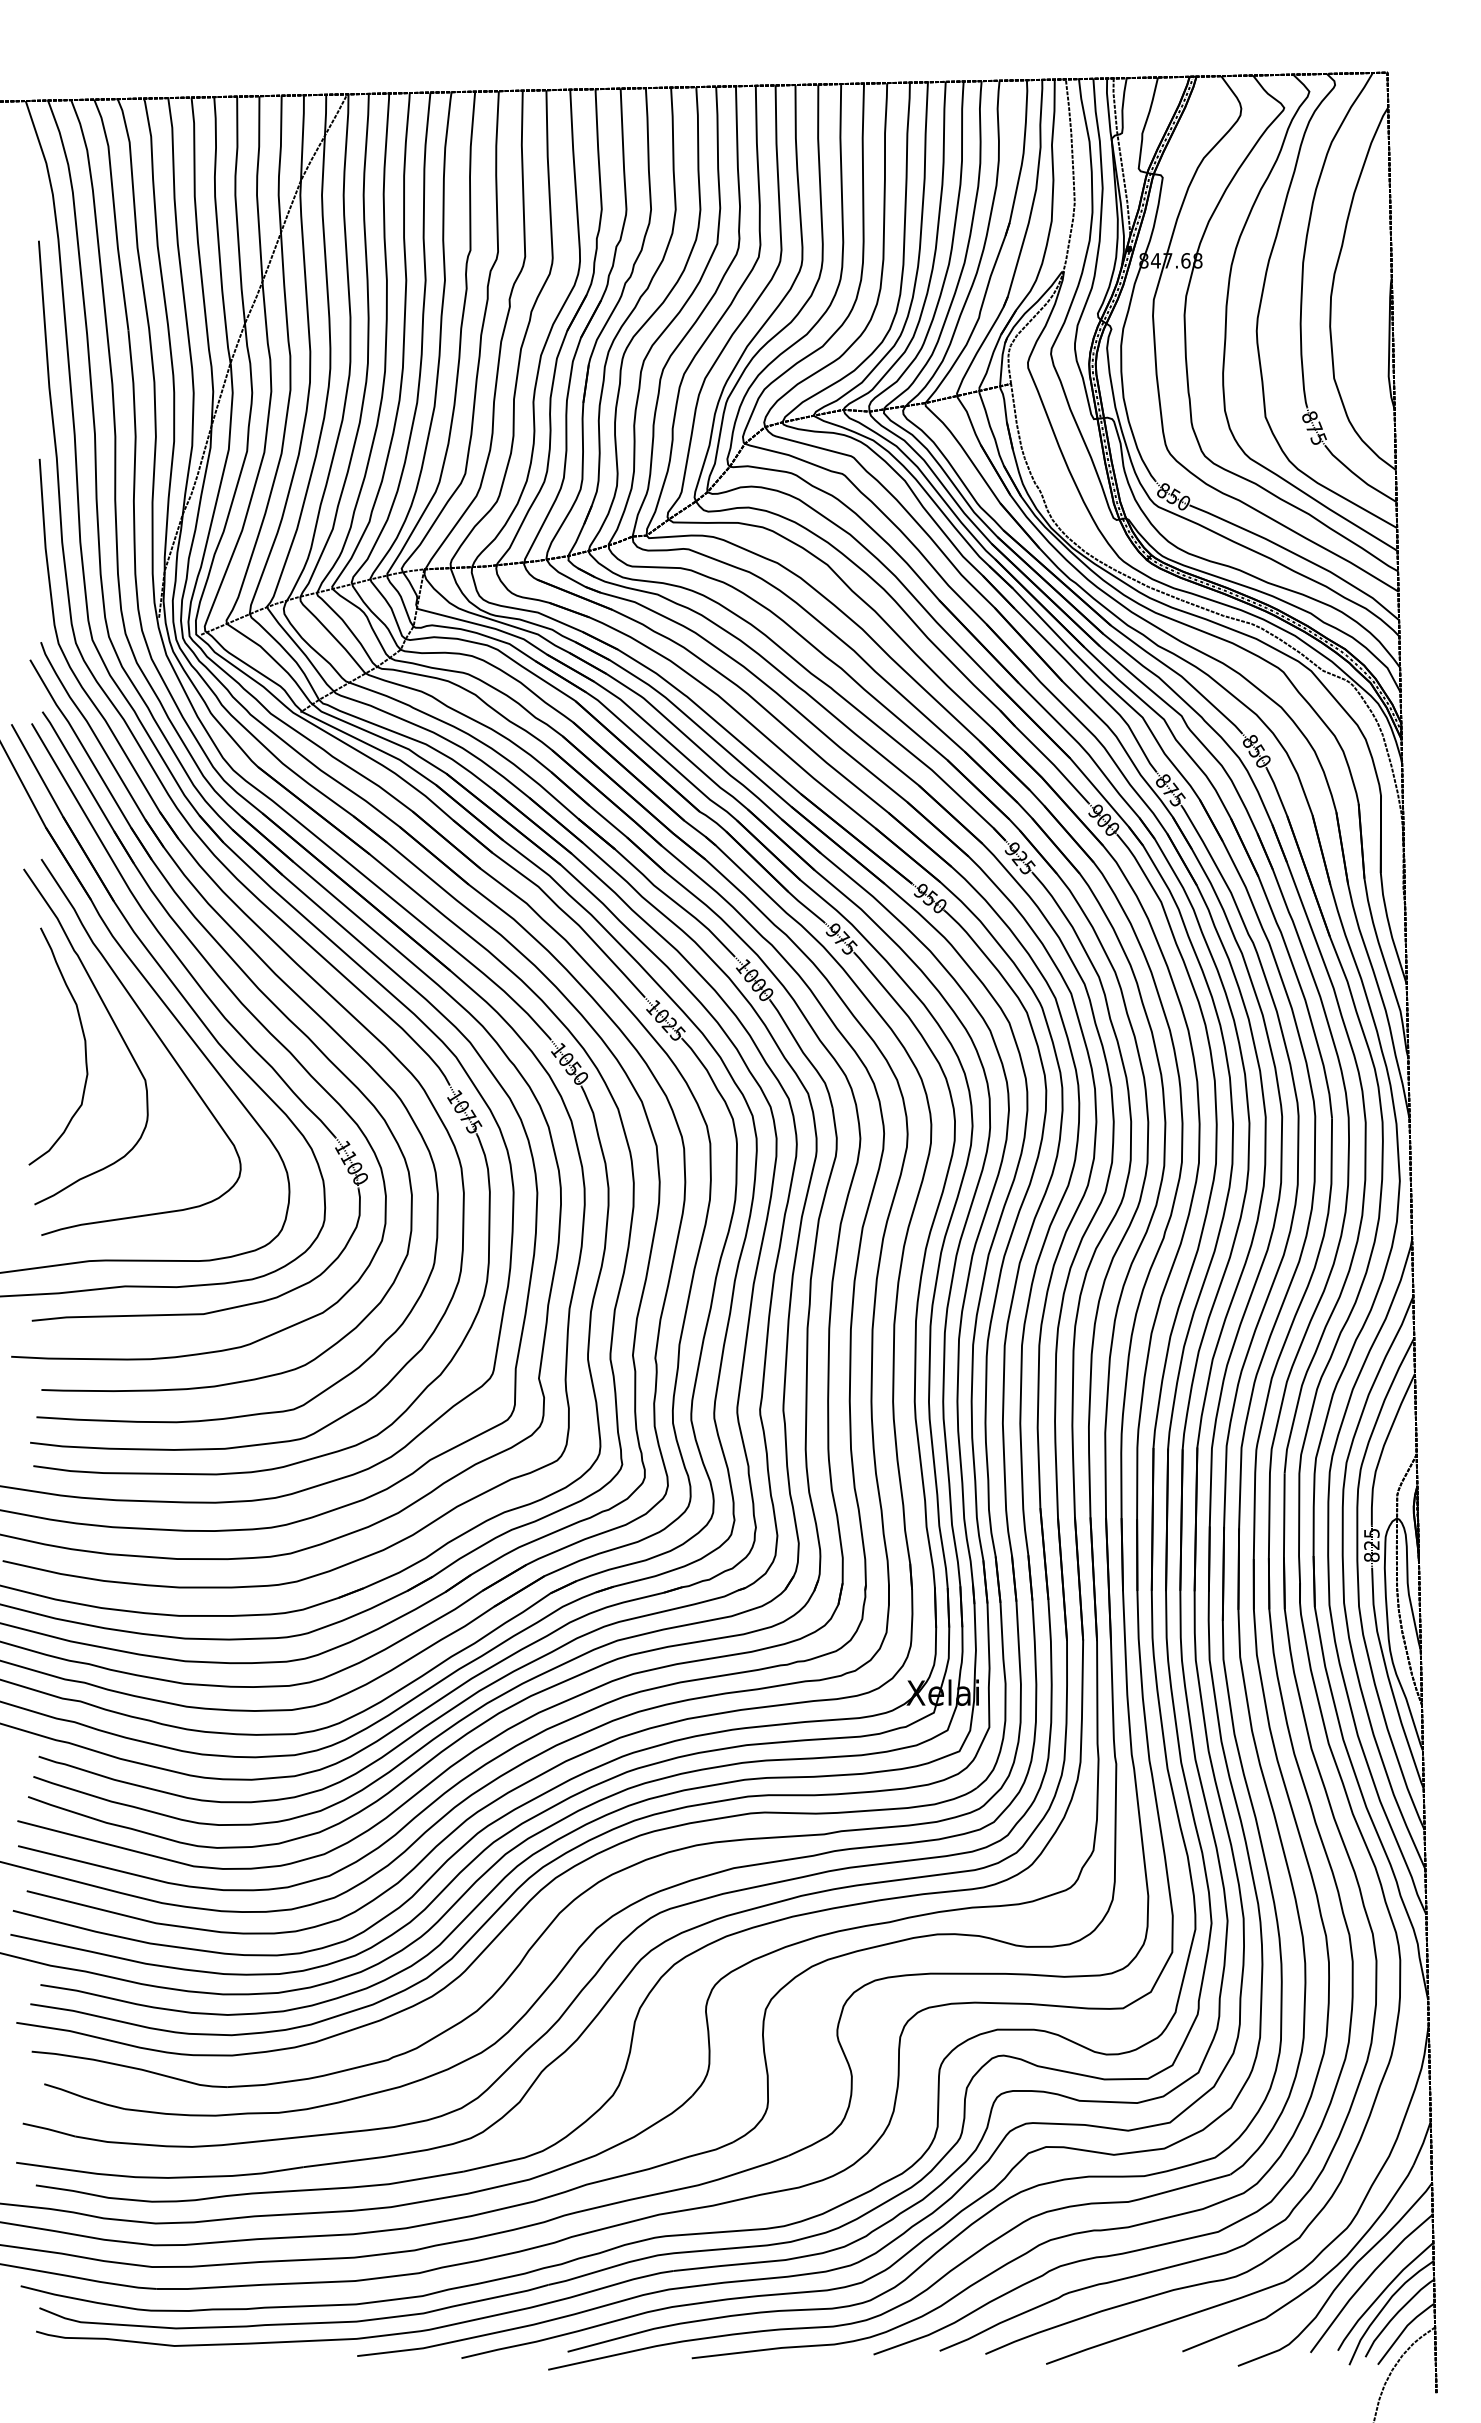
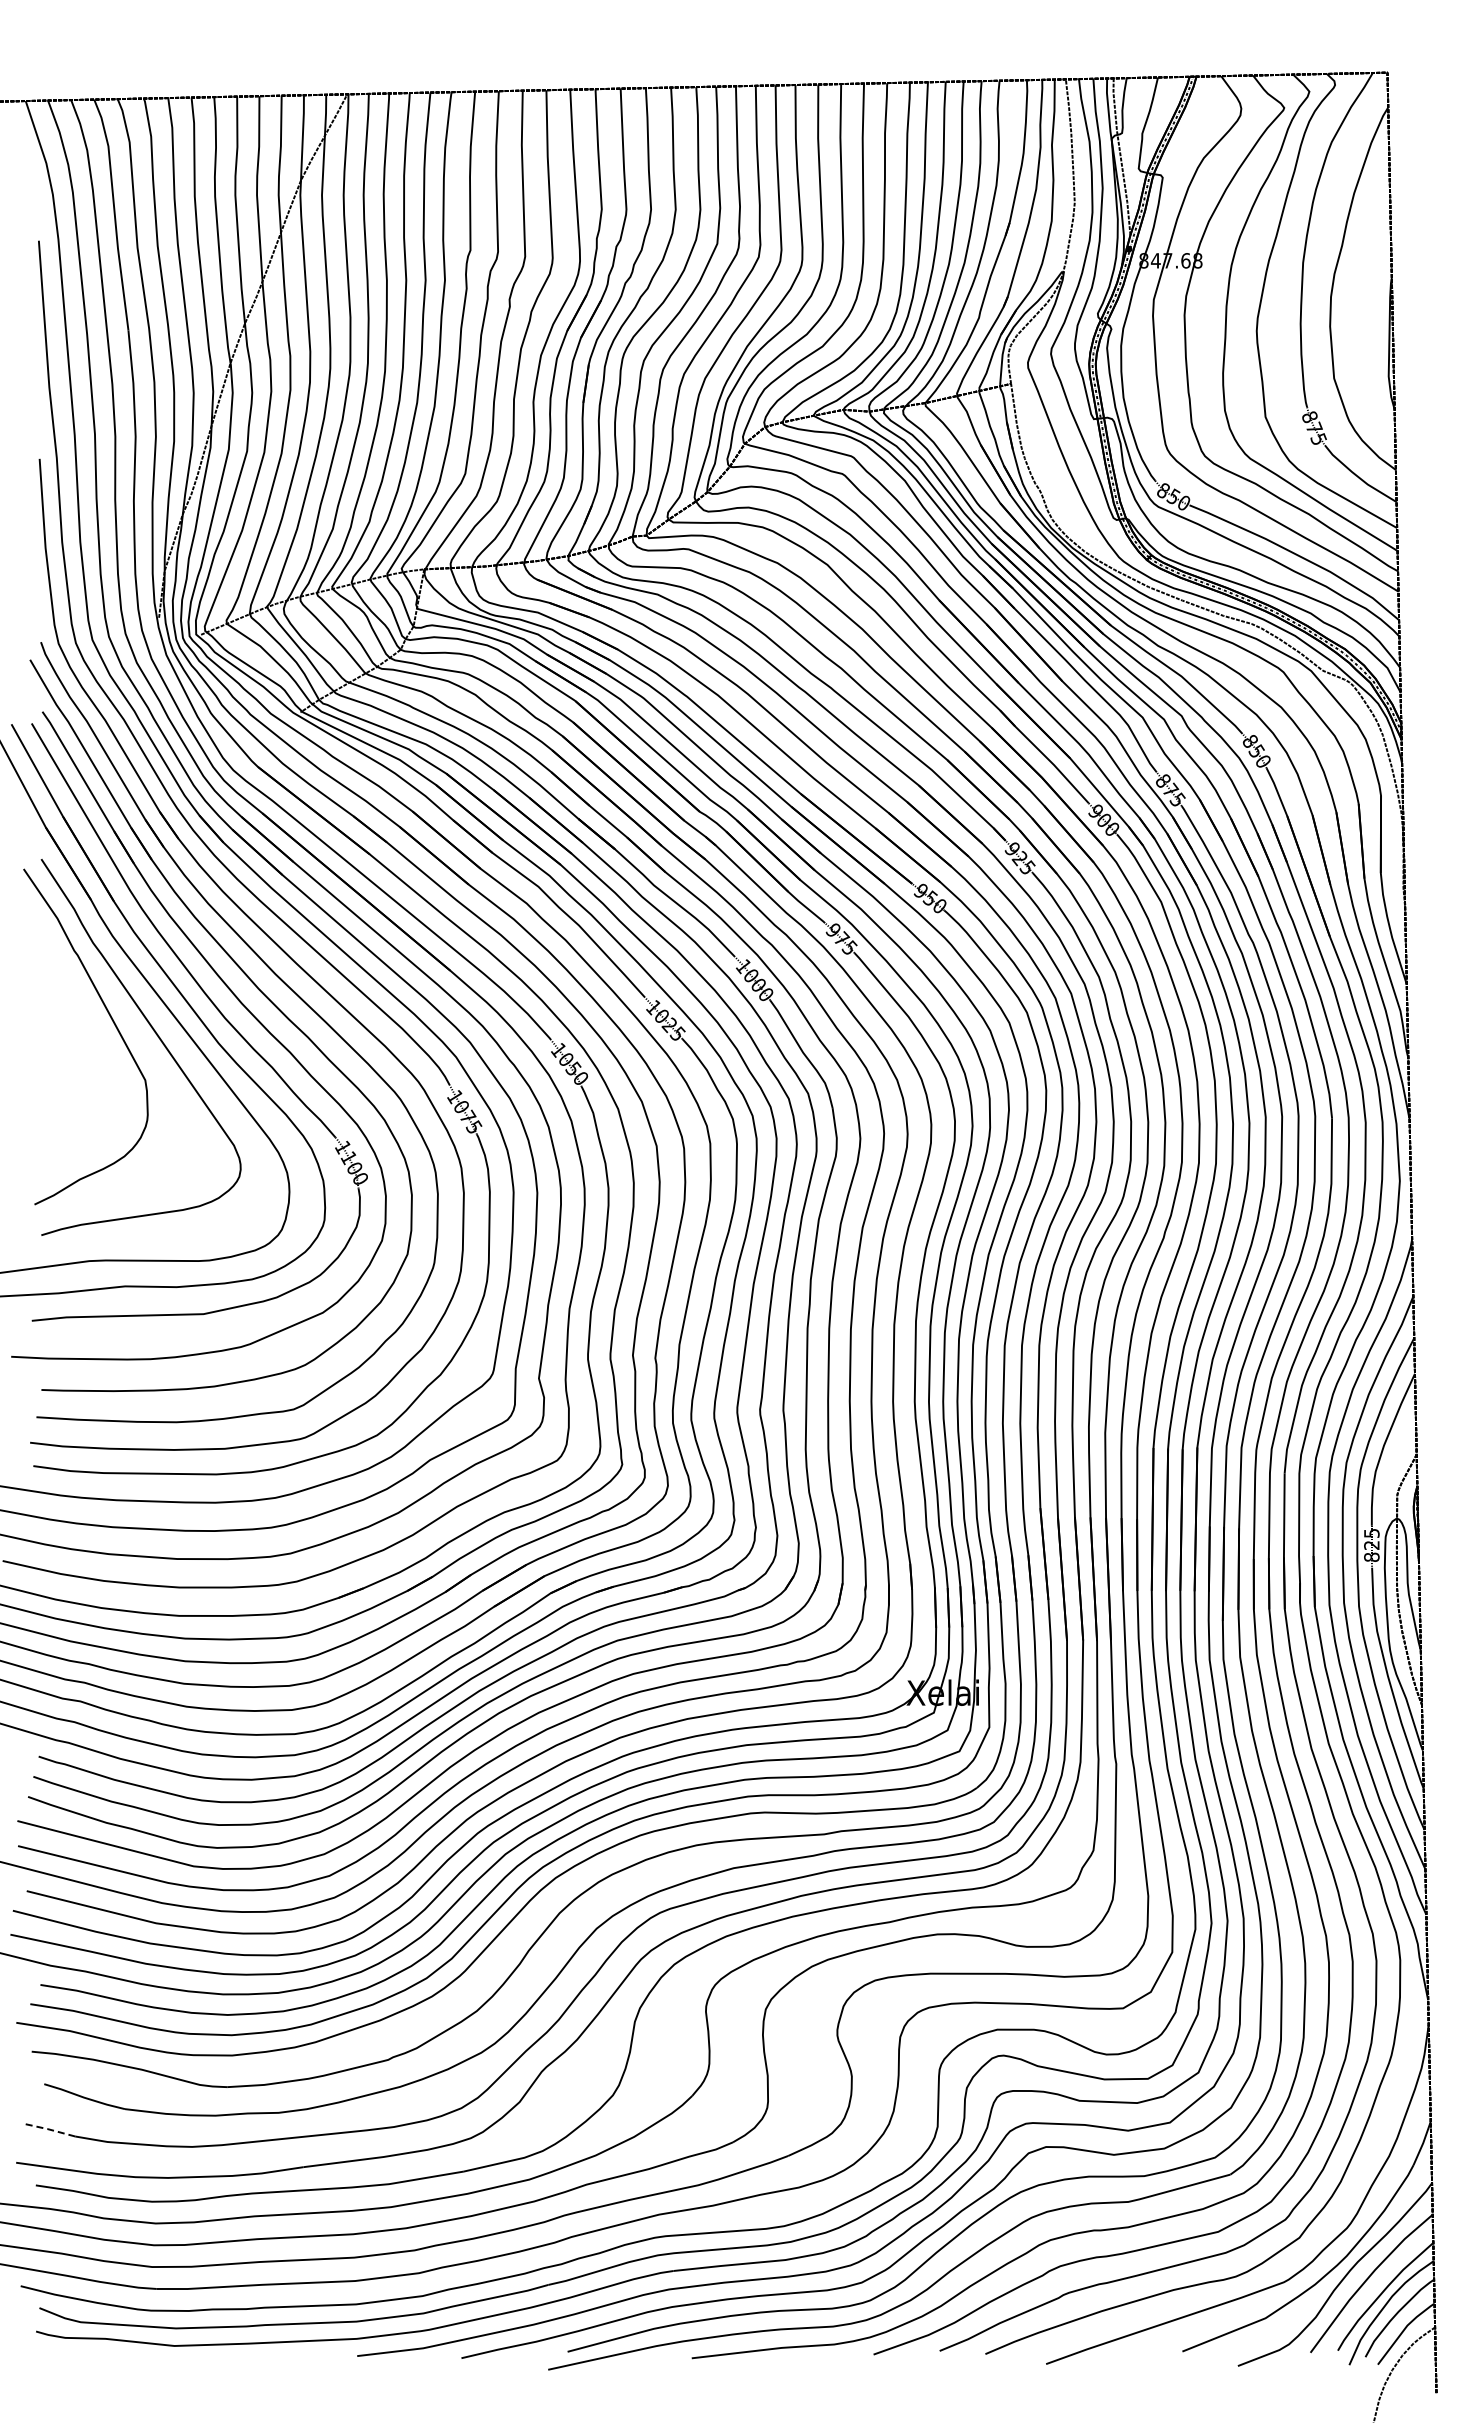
curve at (84, 1046): present -> none
line at (48, 2129): solid -> dashed
